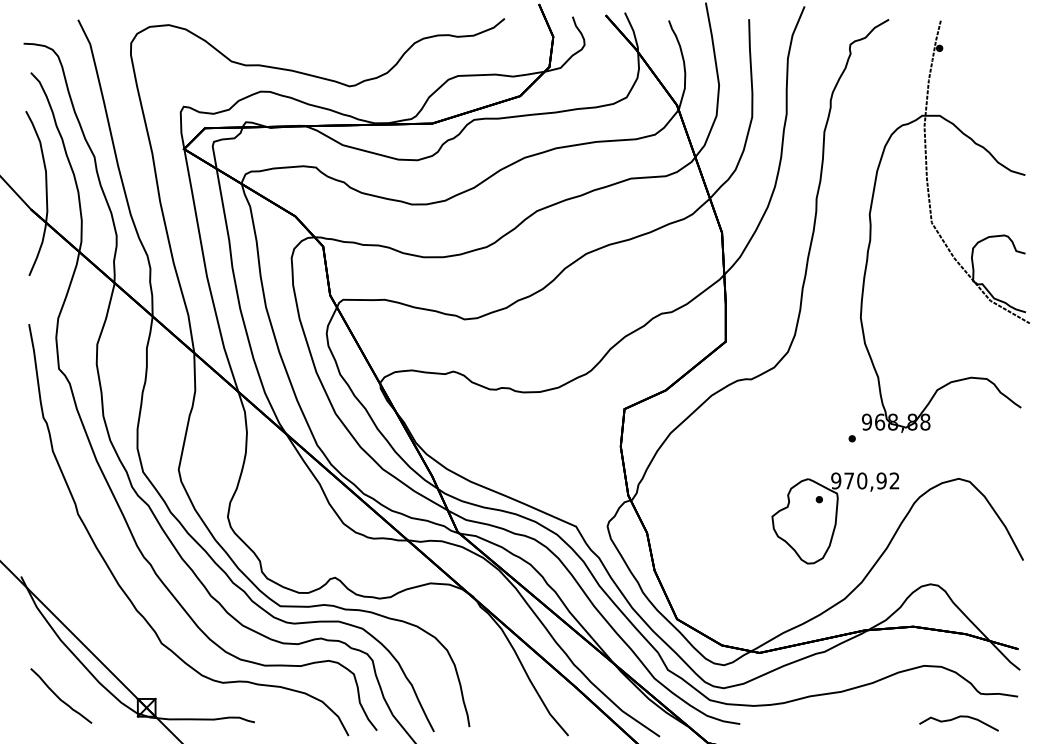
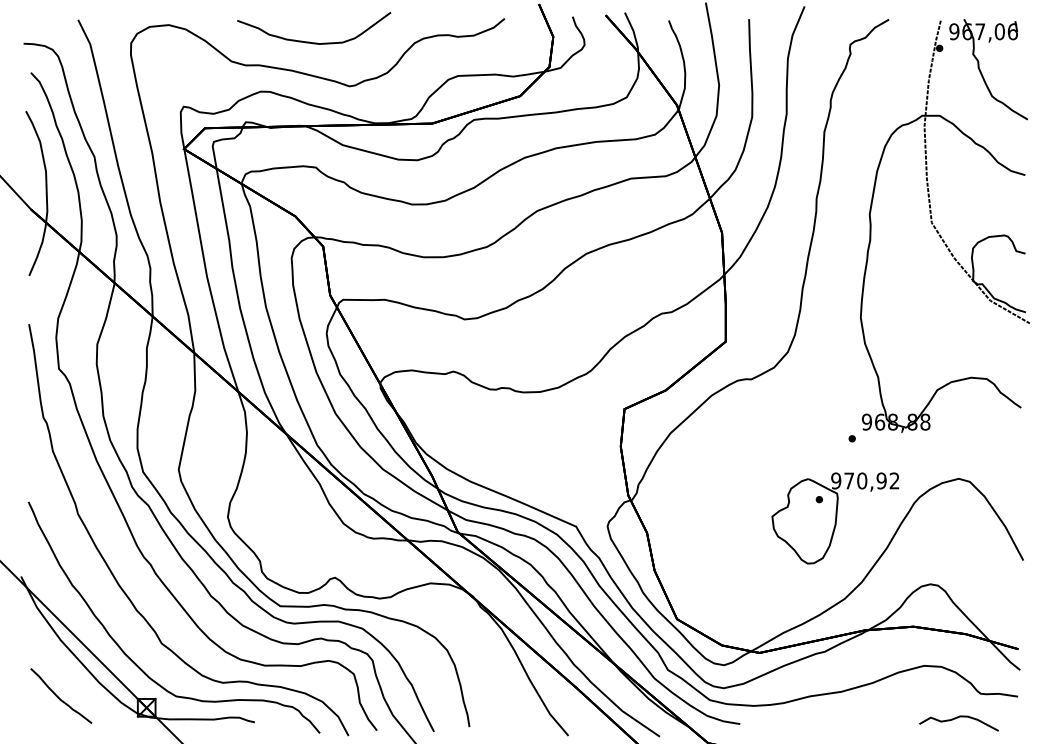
curve at (309, 41): none -> present
part at (982, 73): none -> present
curve at (131, 658): none -> present
